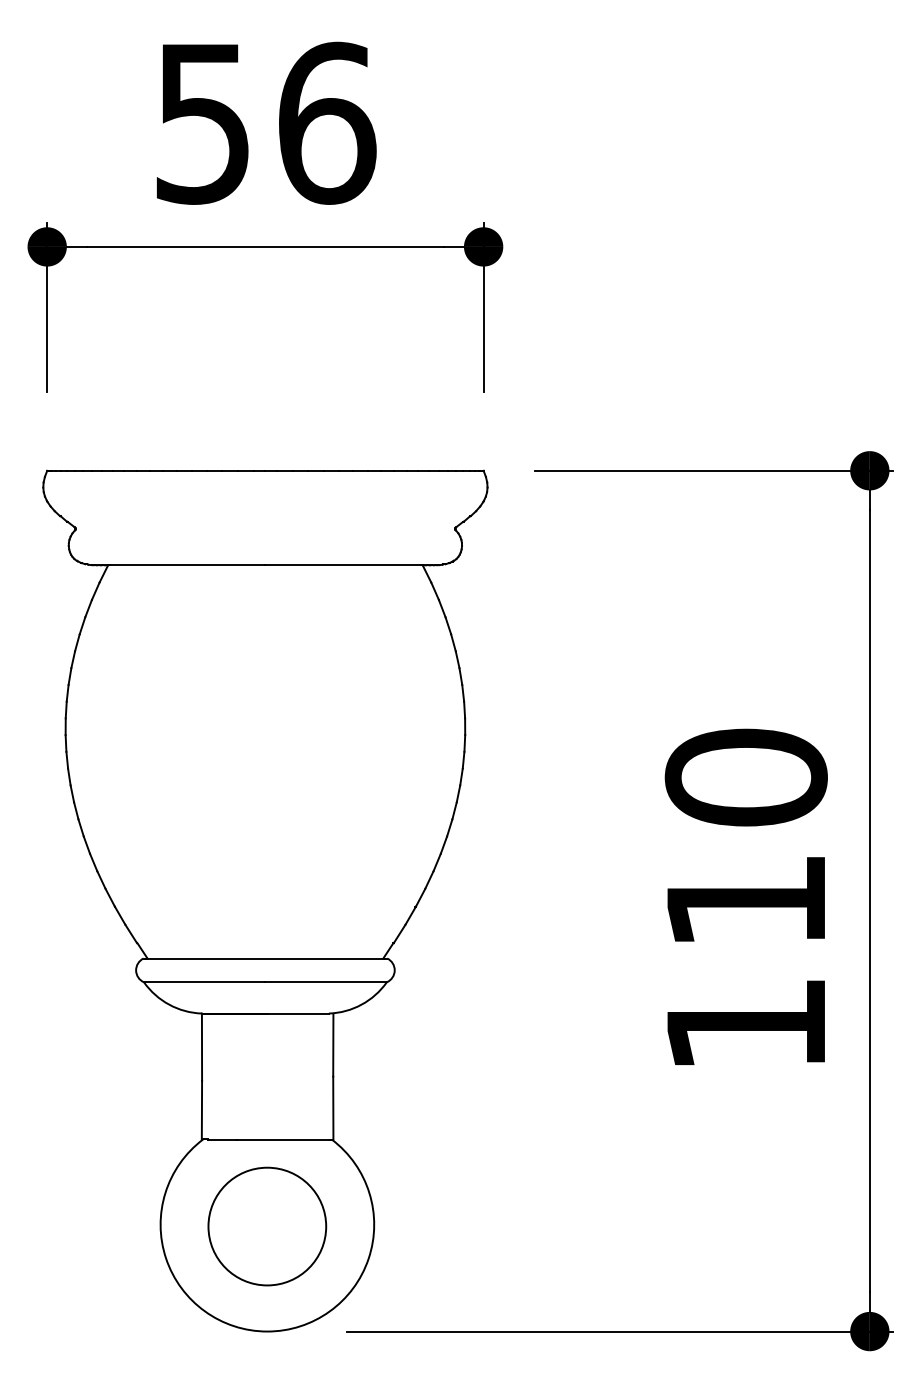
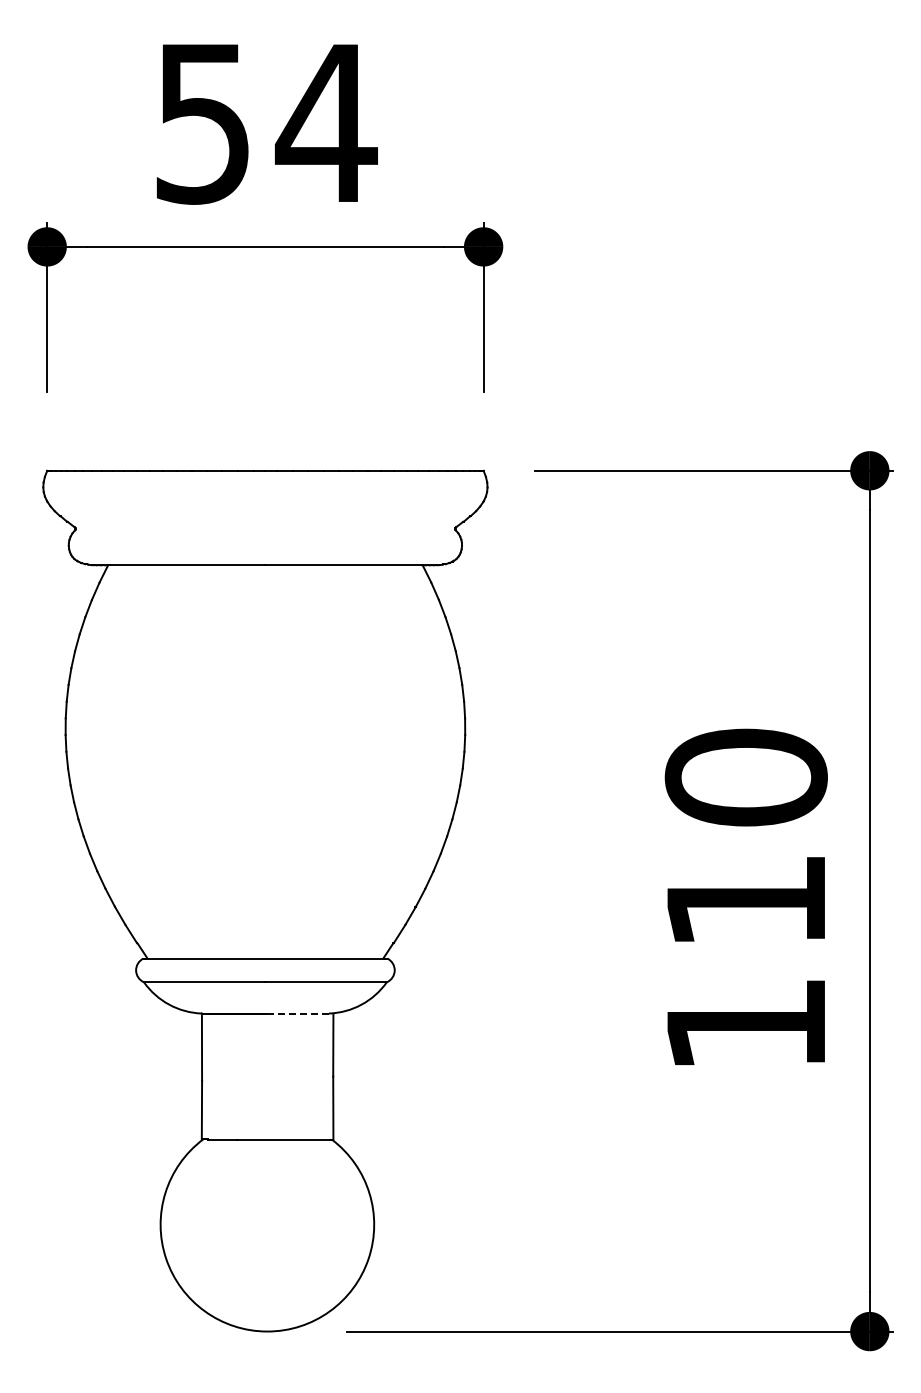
text at (326, 122): 56 -> 54
line at (297, 1013): solid -> dashed
circle at (267, 1226): present -> none
